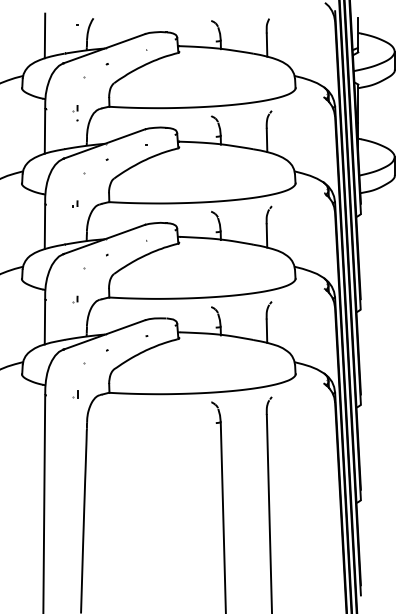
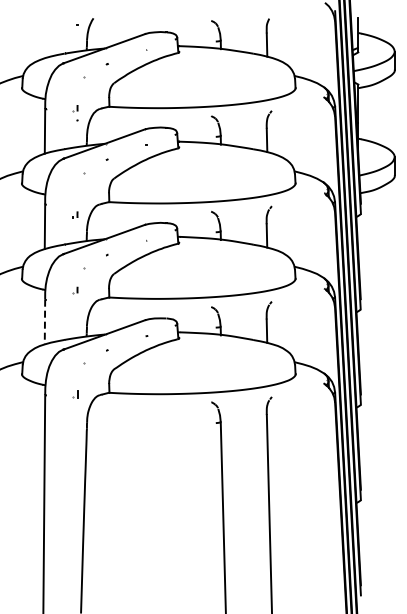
line at (44, 35): present -> none
part at (75, 203) position: (75, 203) -> (75, 214)
part at (75, 299) position: (75, 299) -> (75, 290)
line at (44, 322): solid -> dashed
